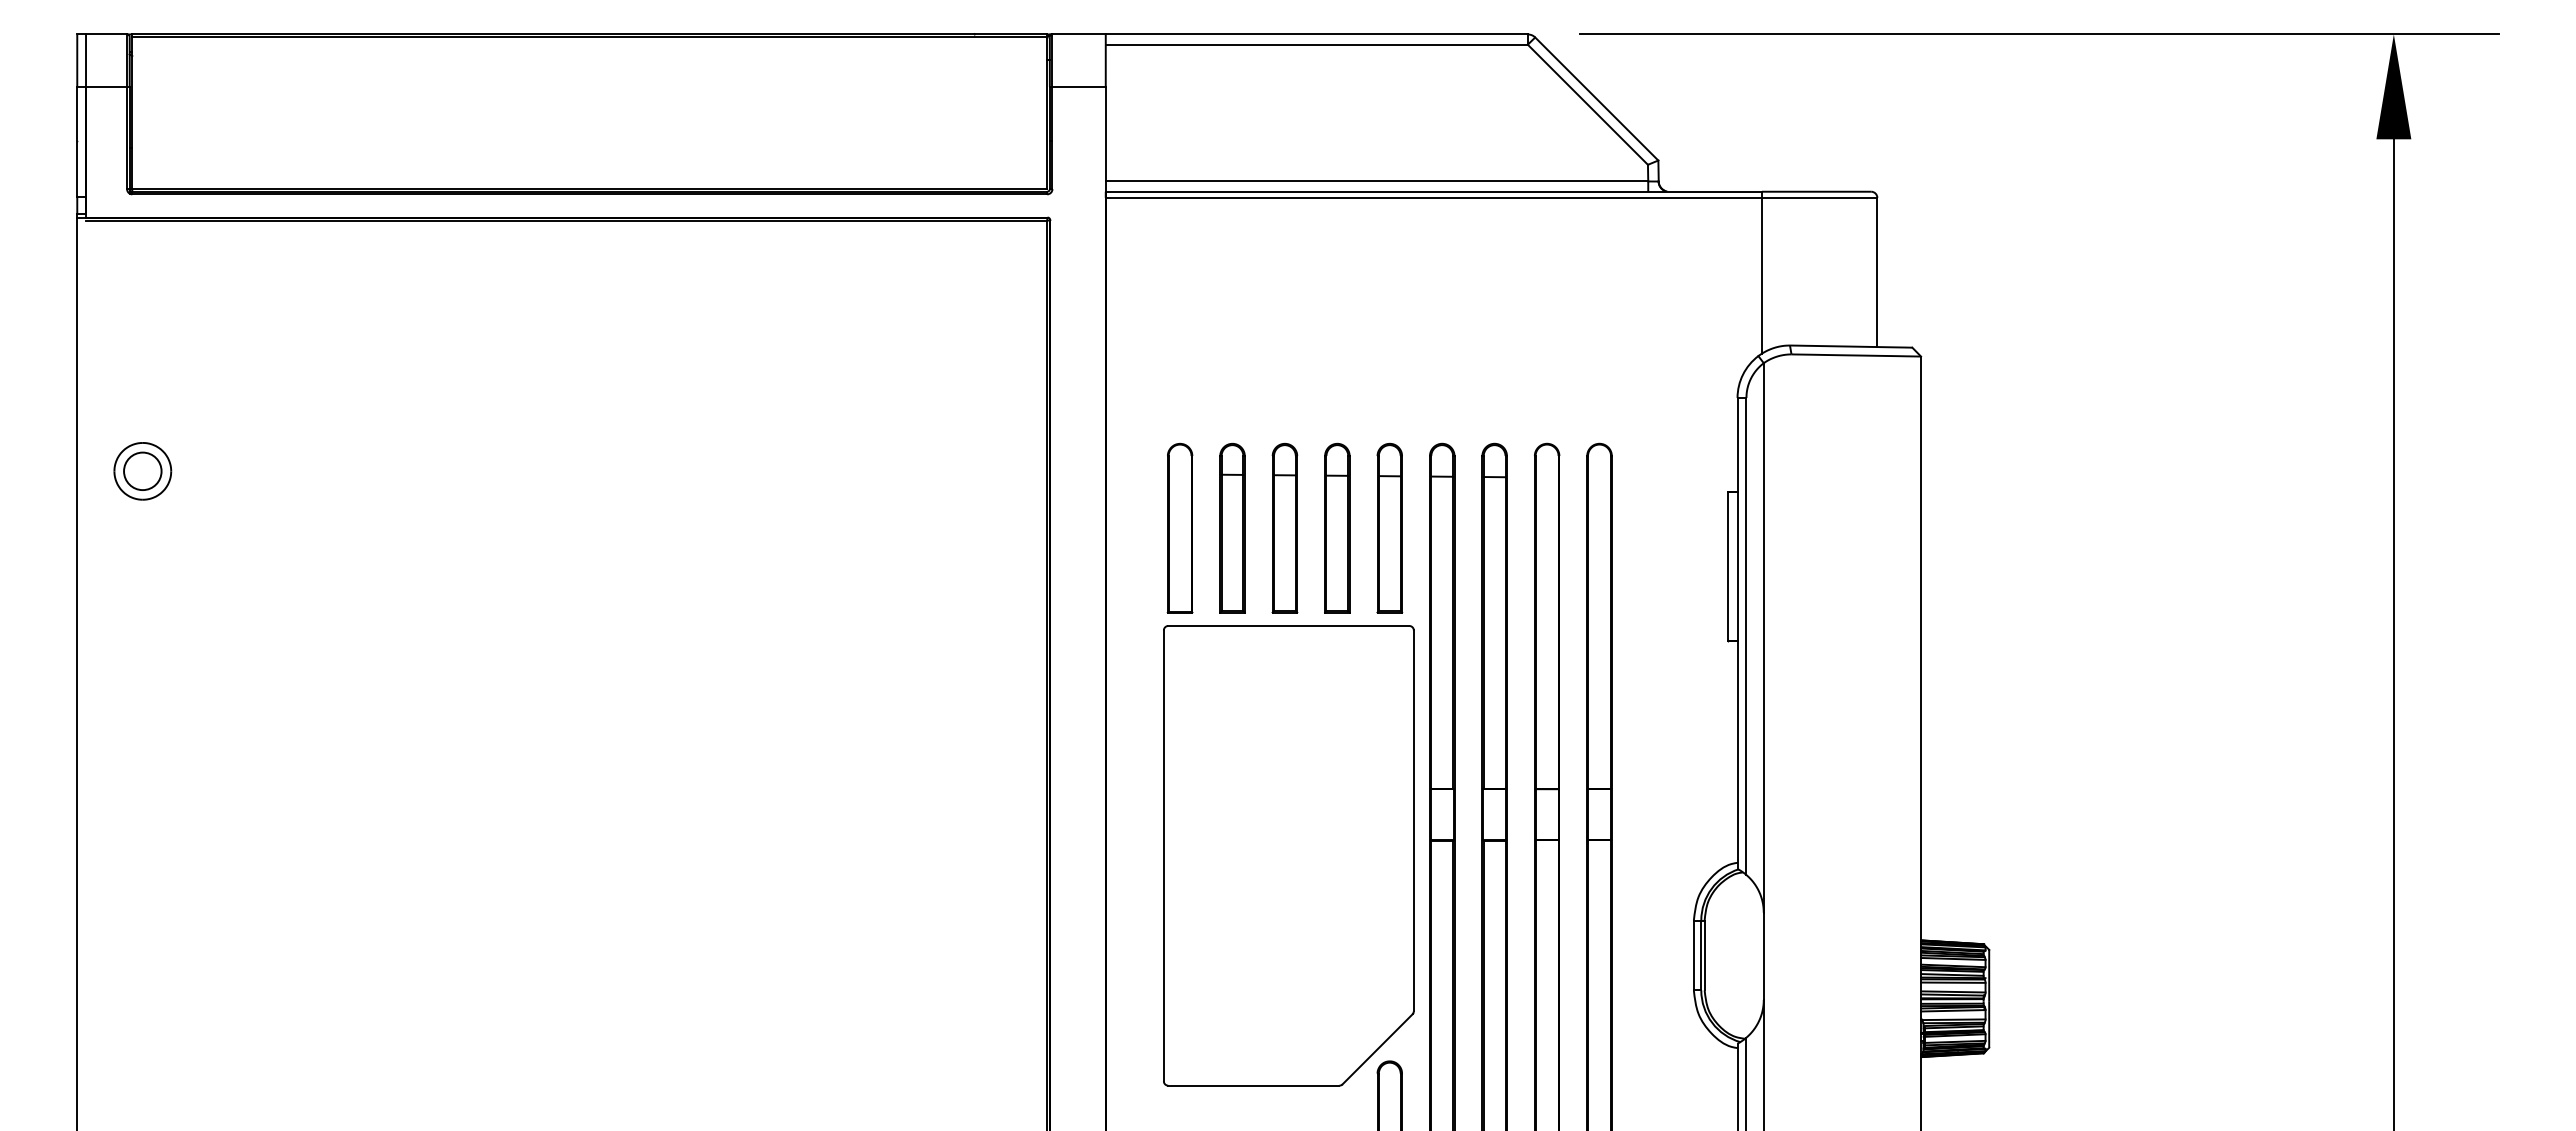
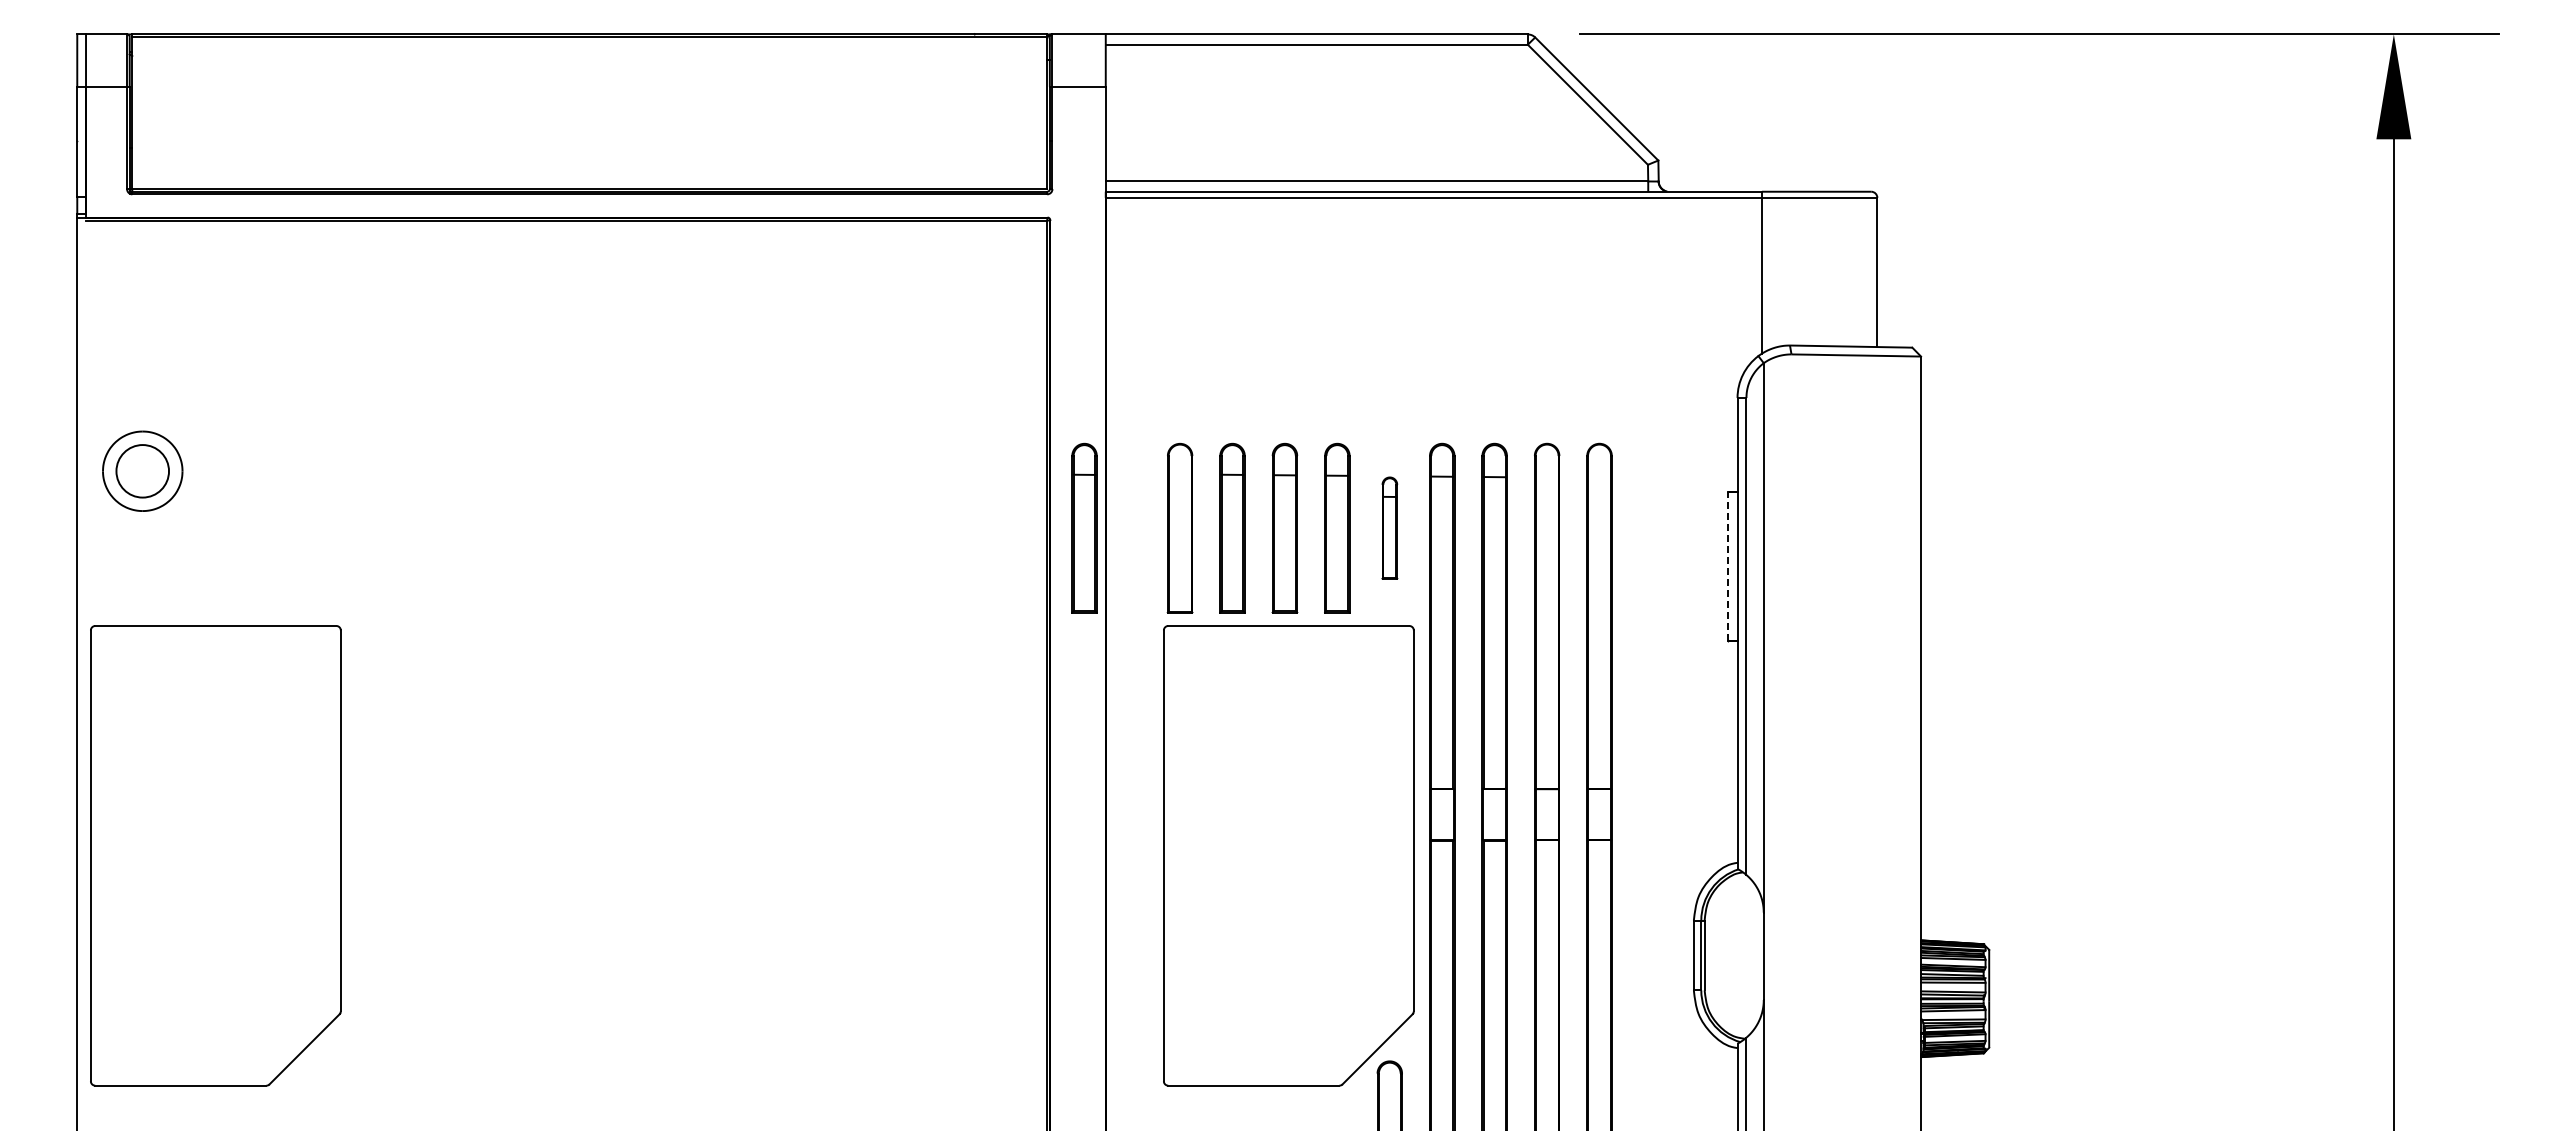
part at (142, 471) size: 60x59 px -> 82x82 px
part at (1084, 527): none -> present
part at (1389, 527) size: 28x172 px -> 18x104 px
line at (1728, 566): solid -> dashed
part at (215, 855): none -> present
